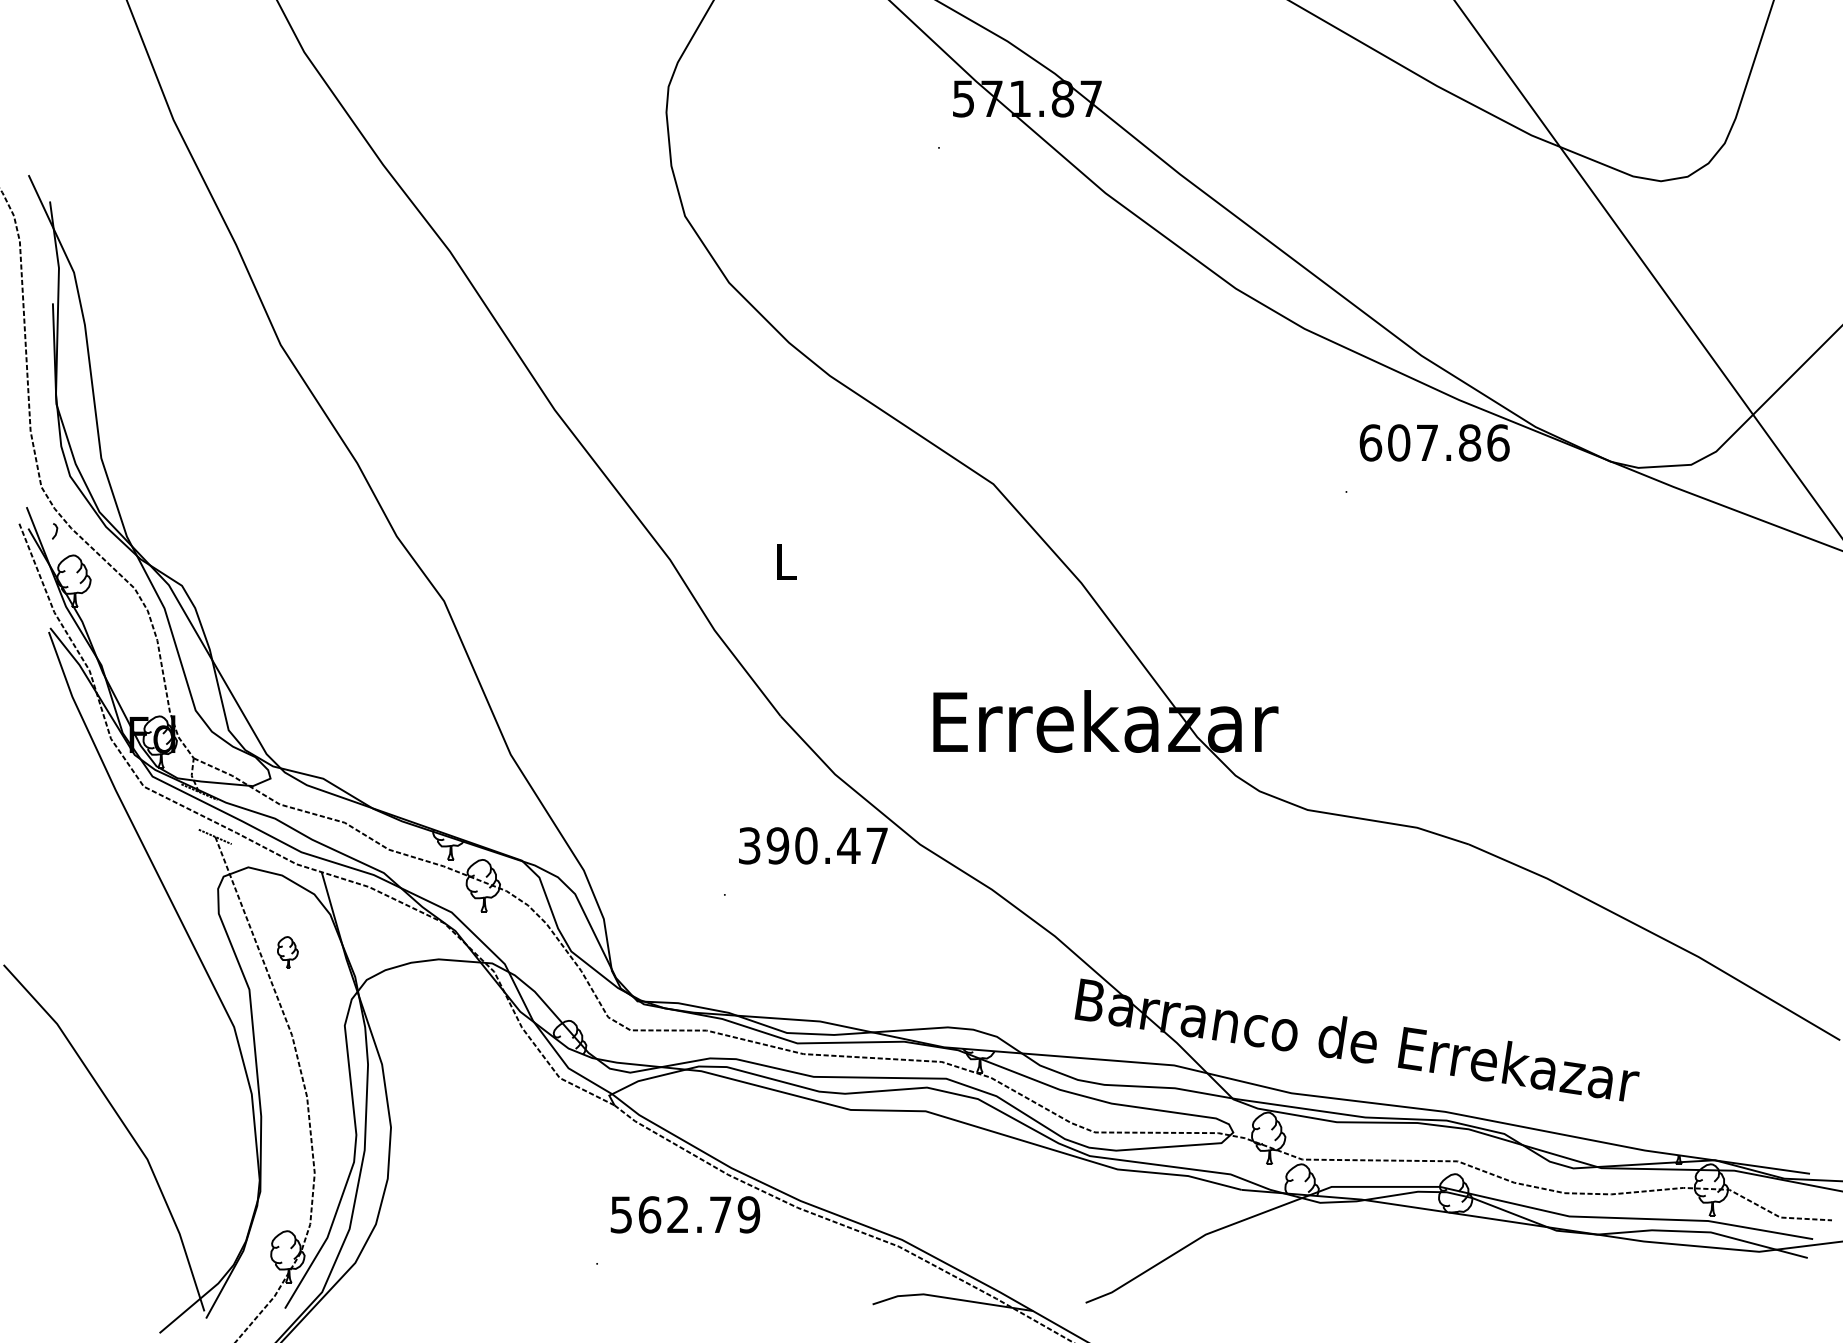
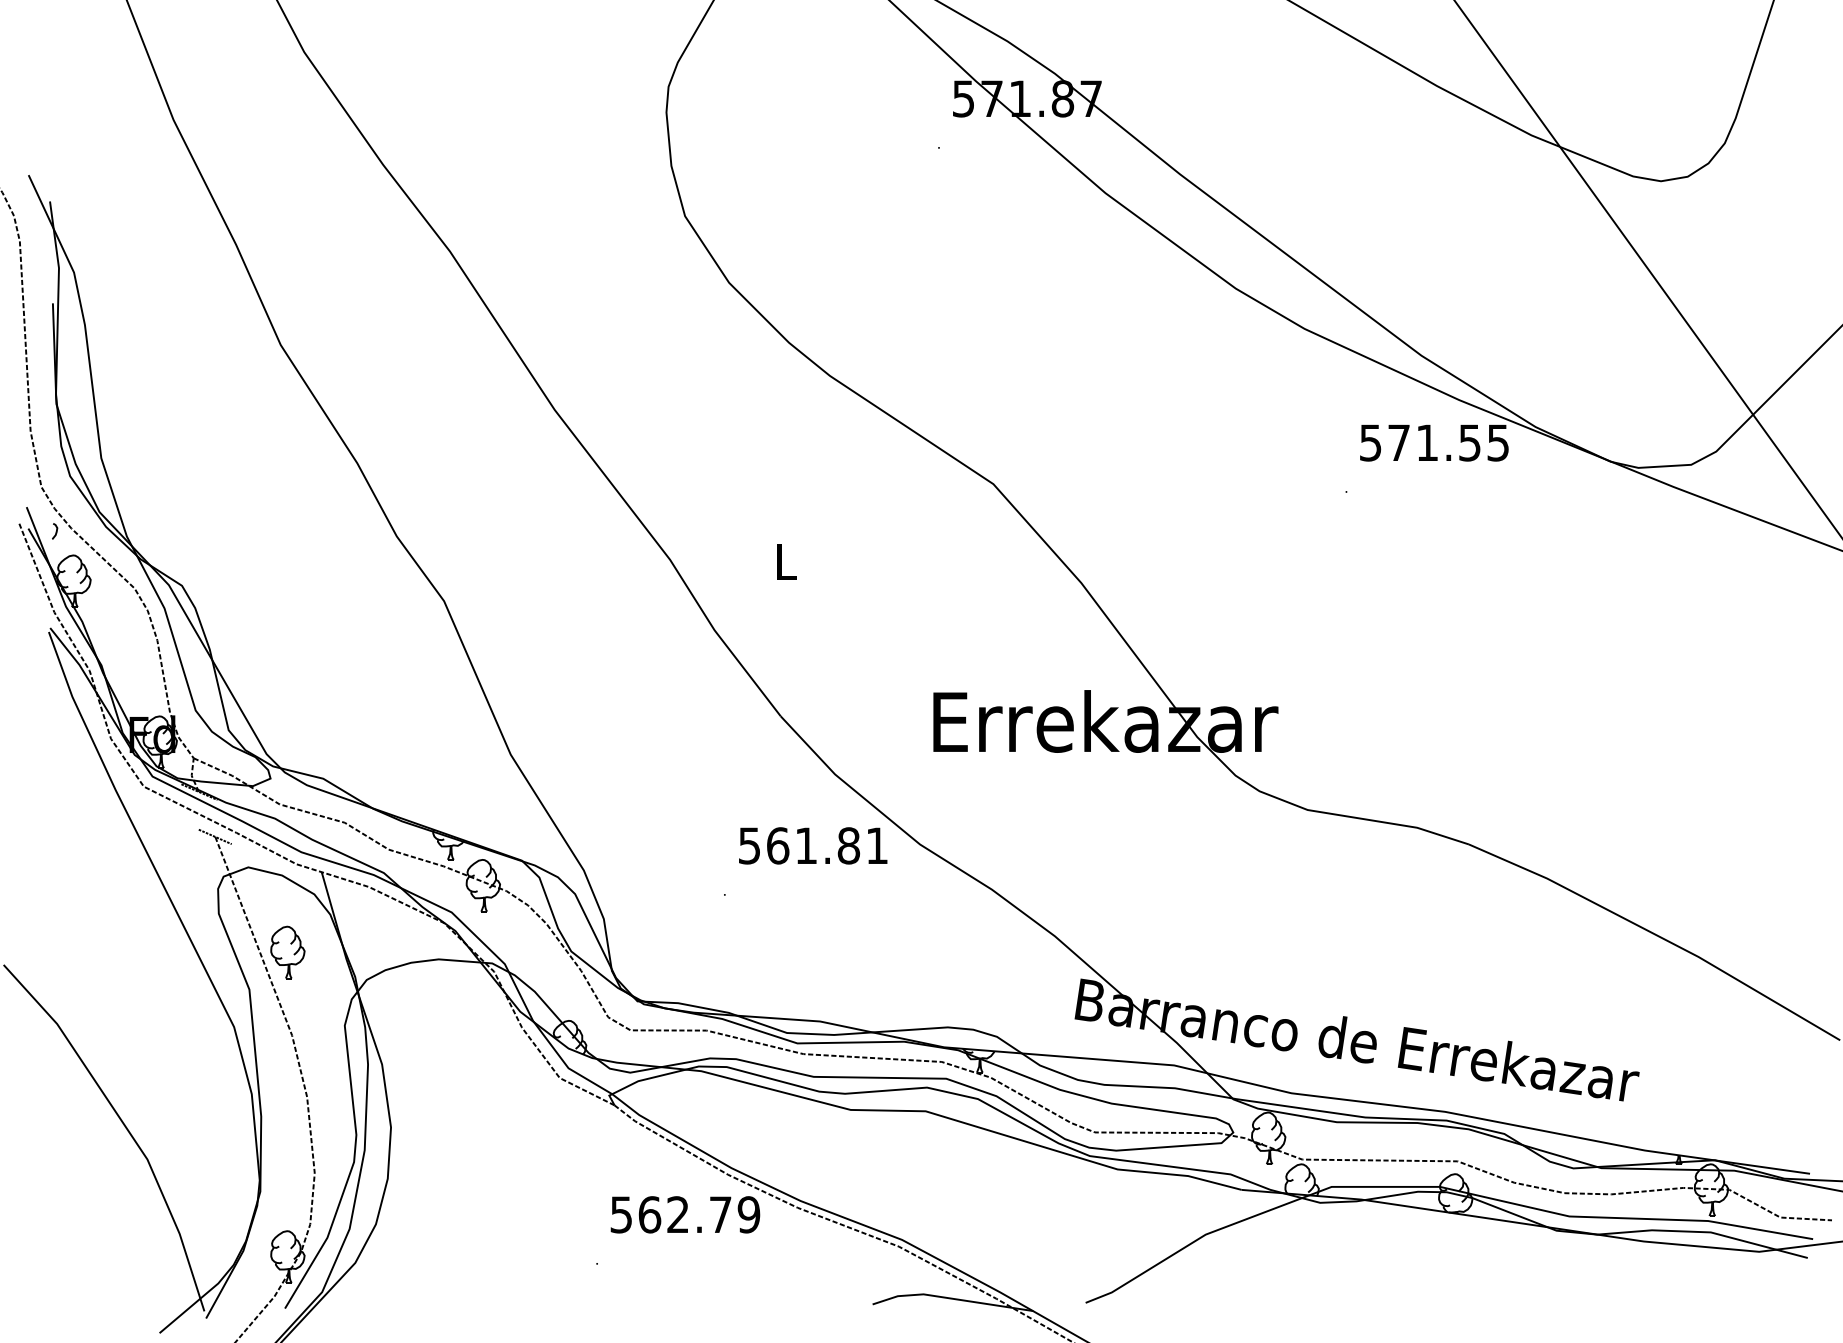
text at (1434, 442): 607.86 -> 571.55
text at (813, 845): 390.47 -> 561.81
part at (287, 952) size: 22x33 px -> 36x55 px
